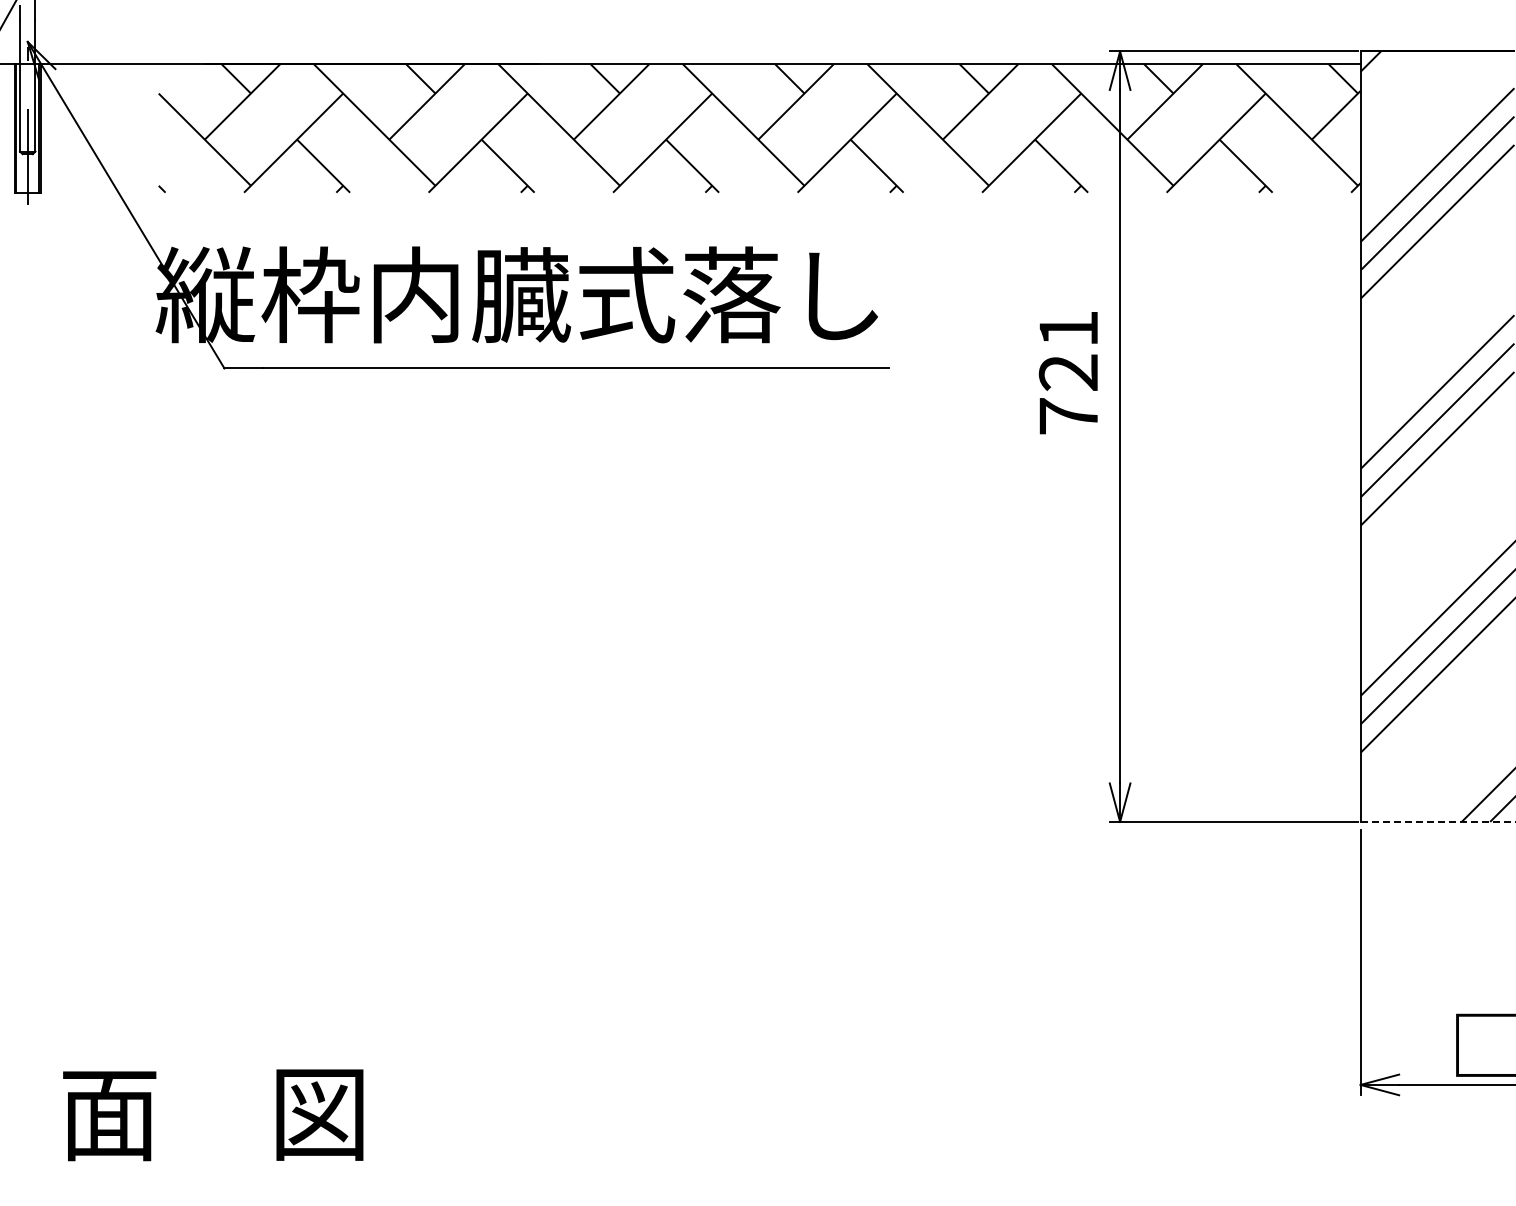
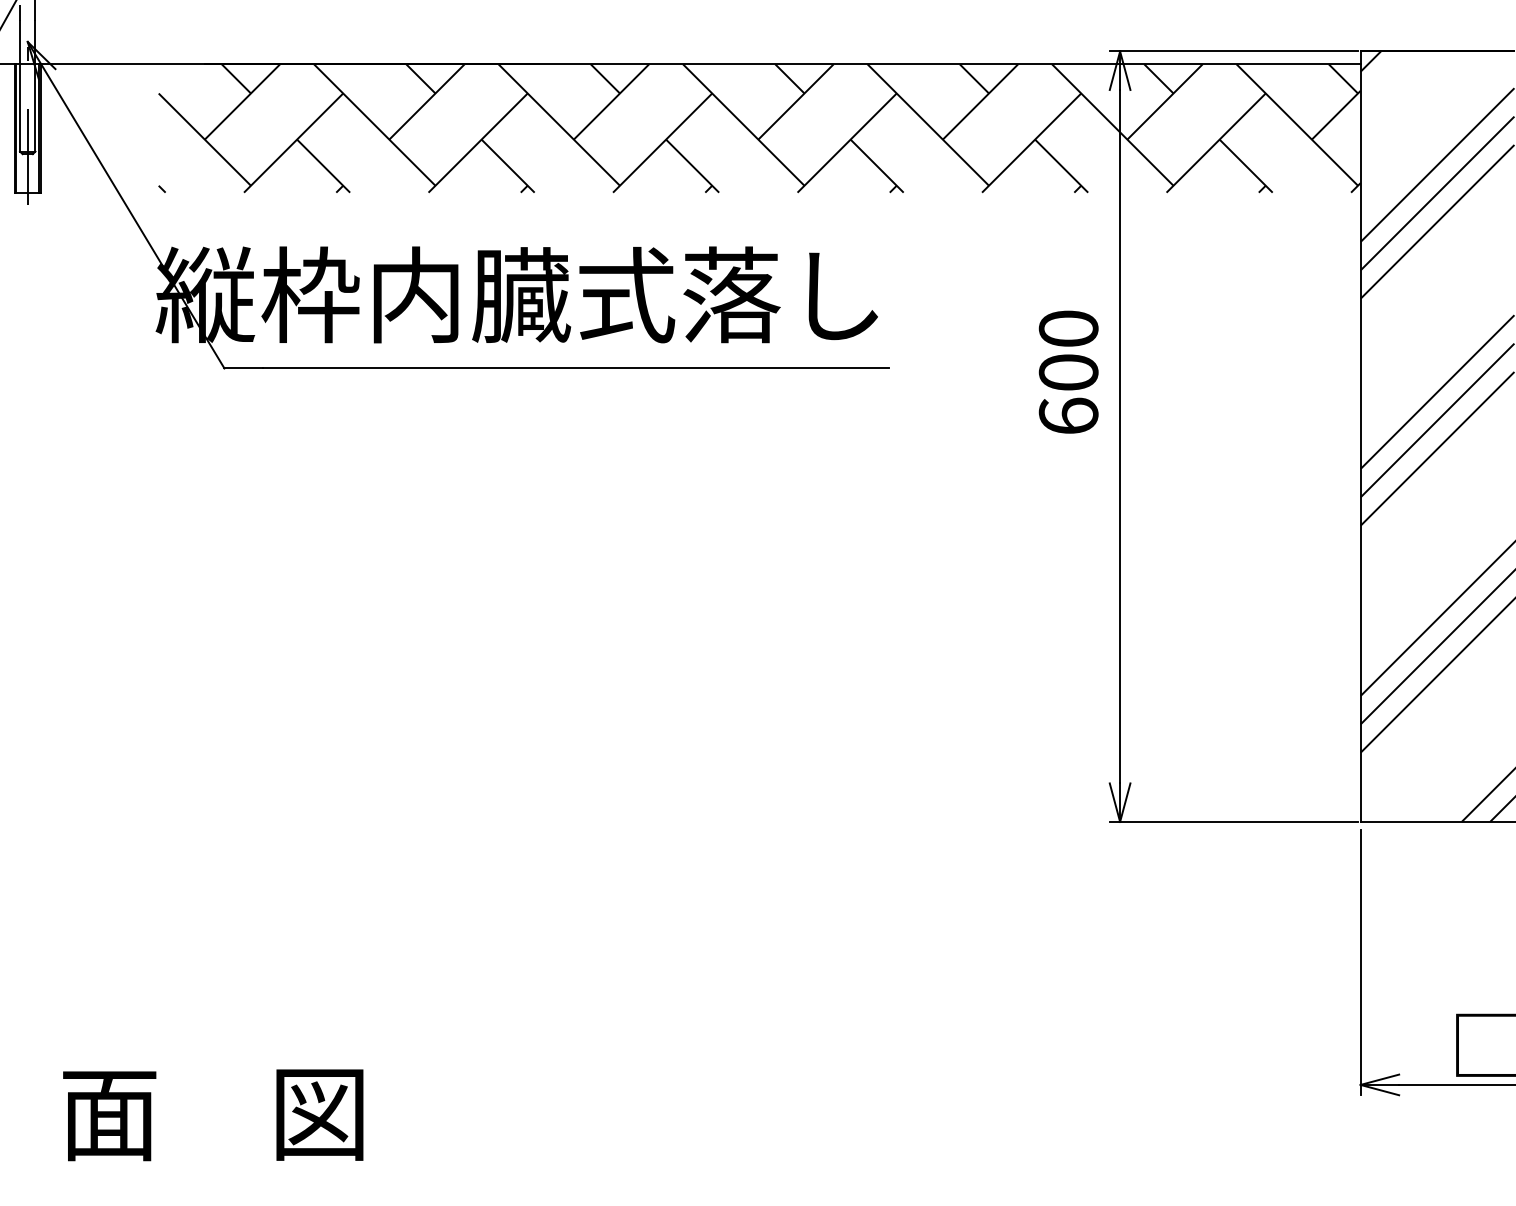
text at (1068, 372): 721 -> 600
line at (1438, 821): dashed -> solid
